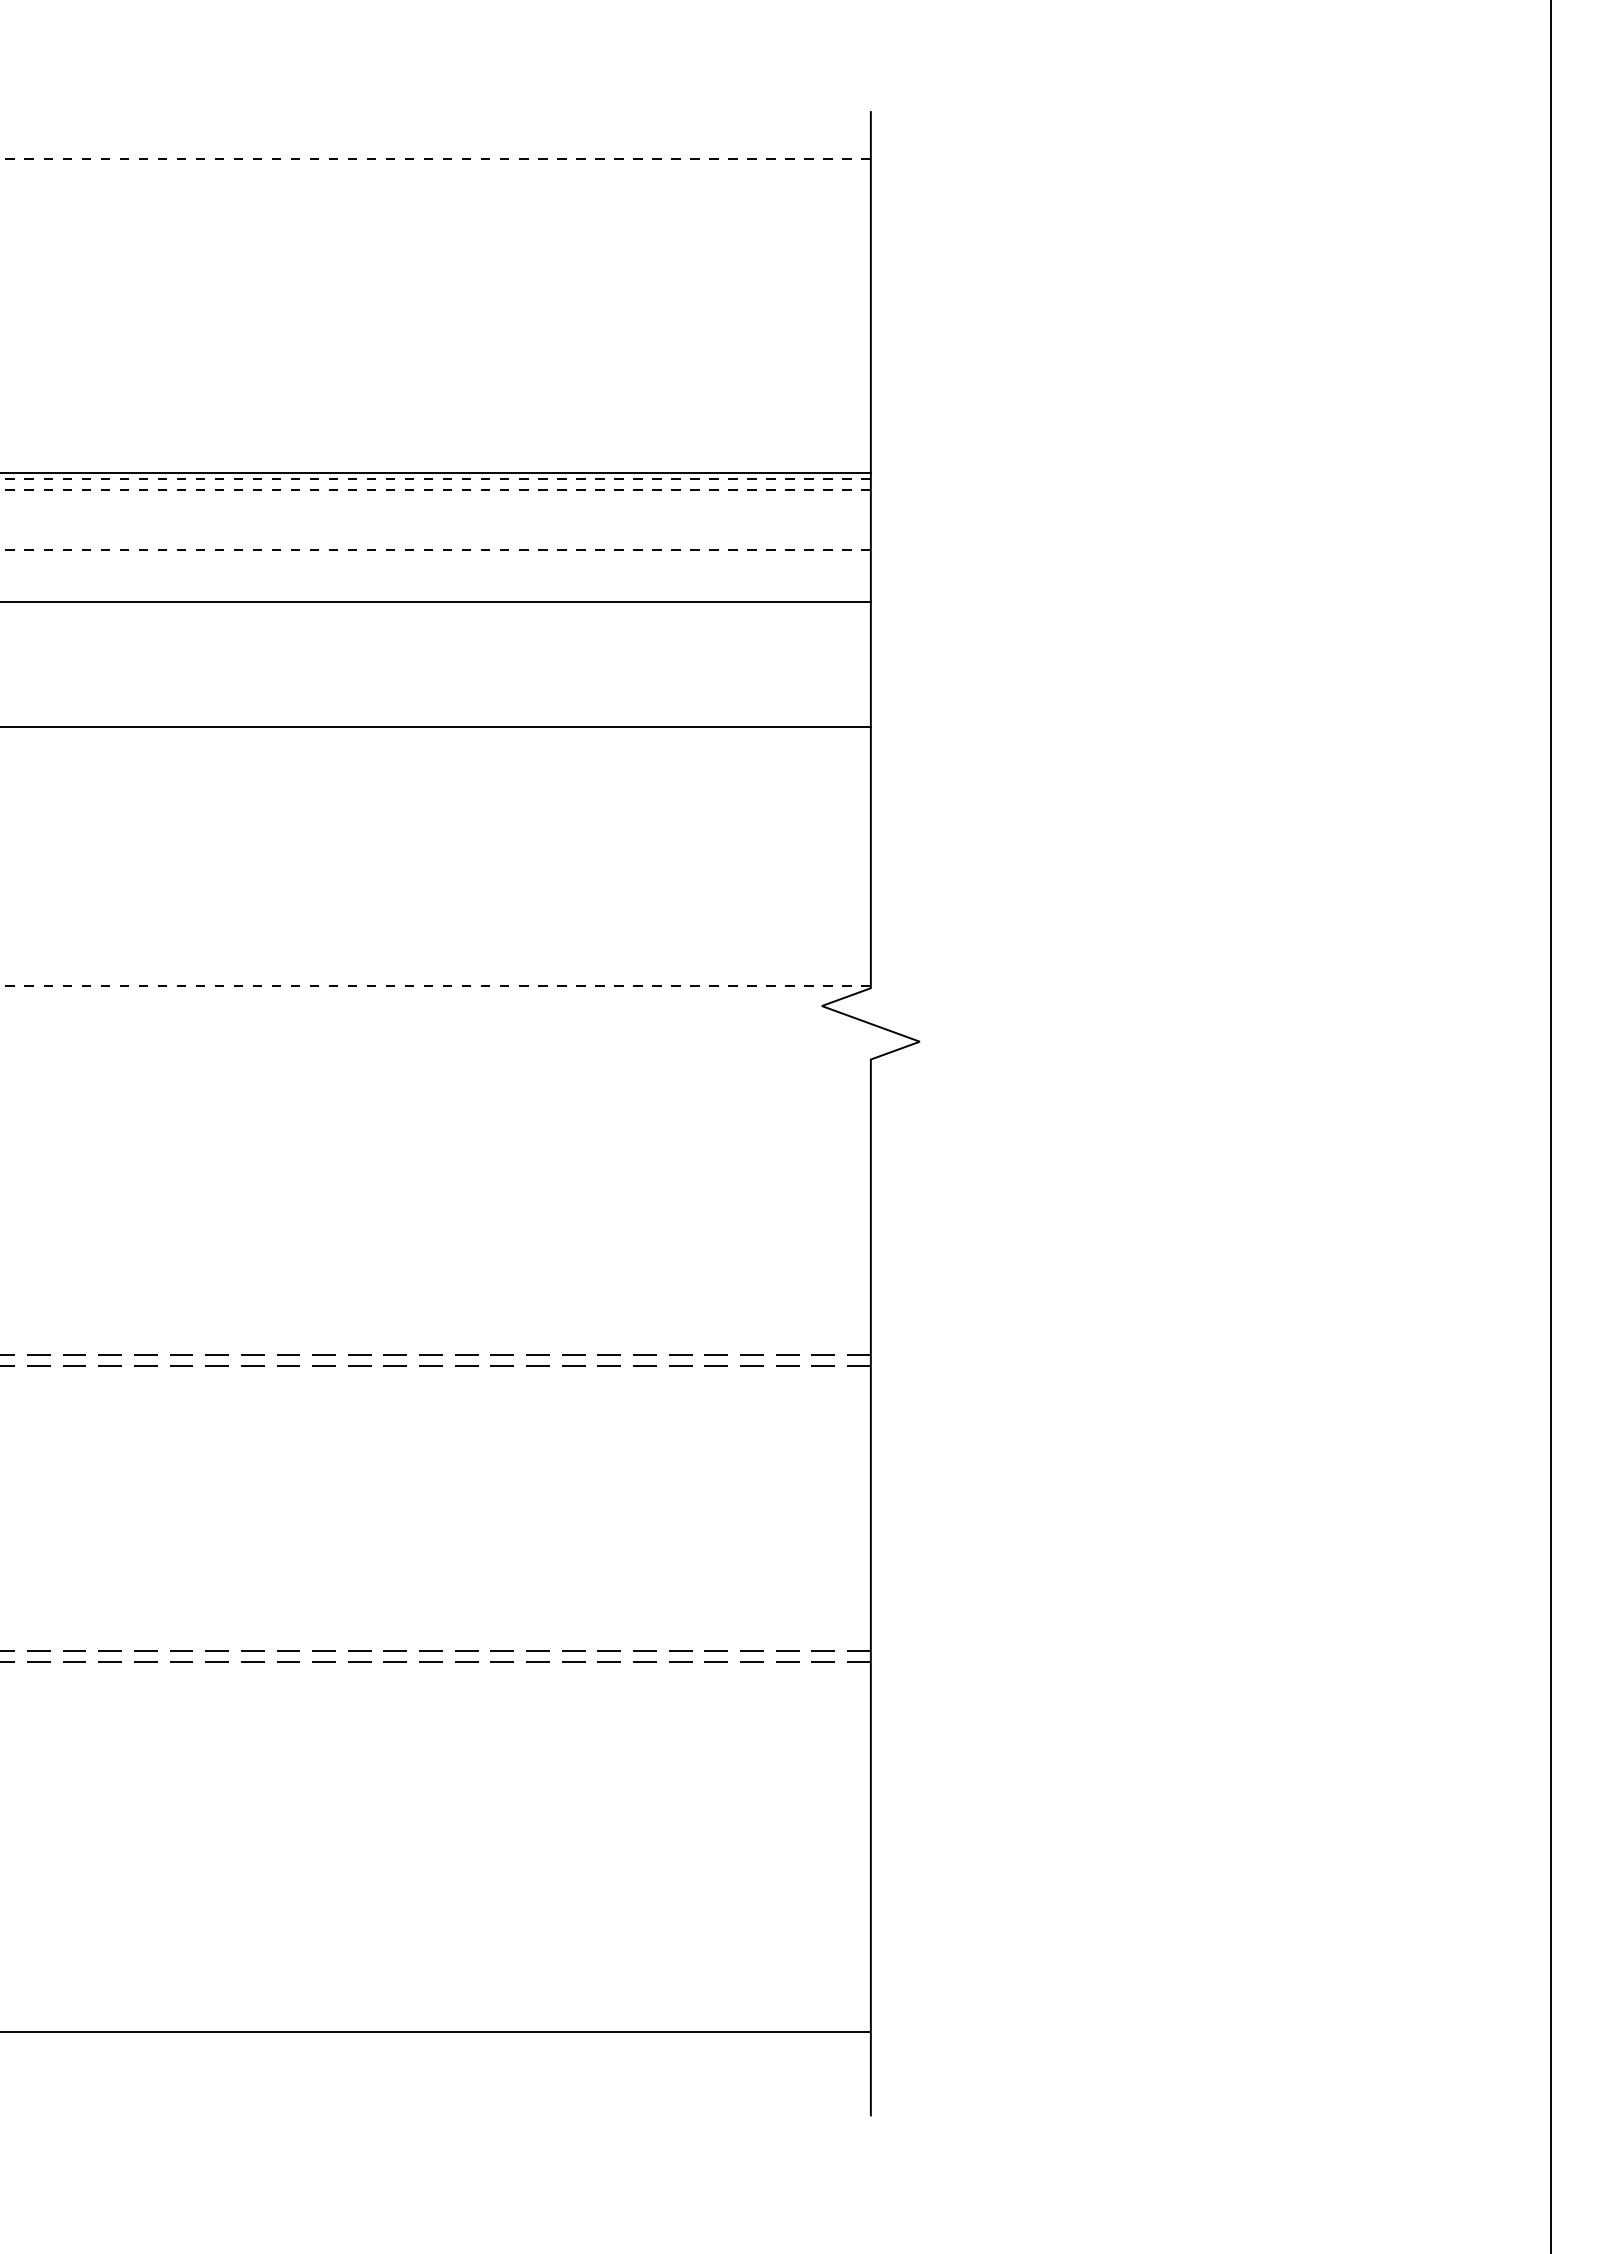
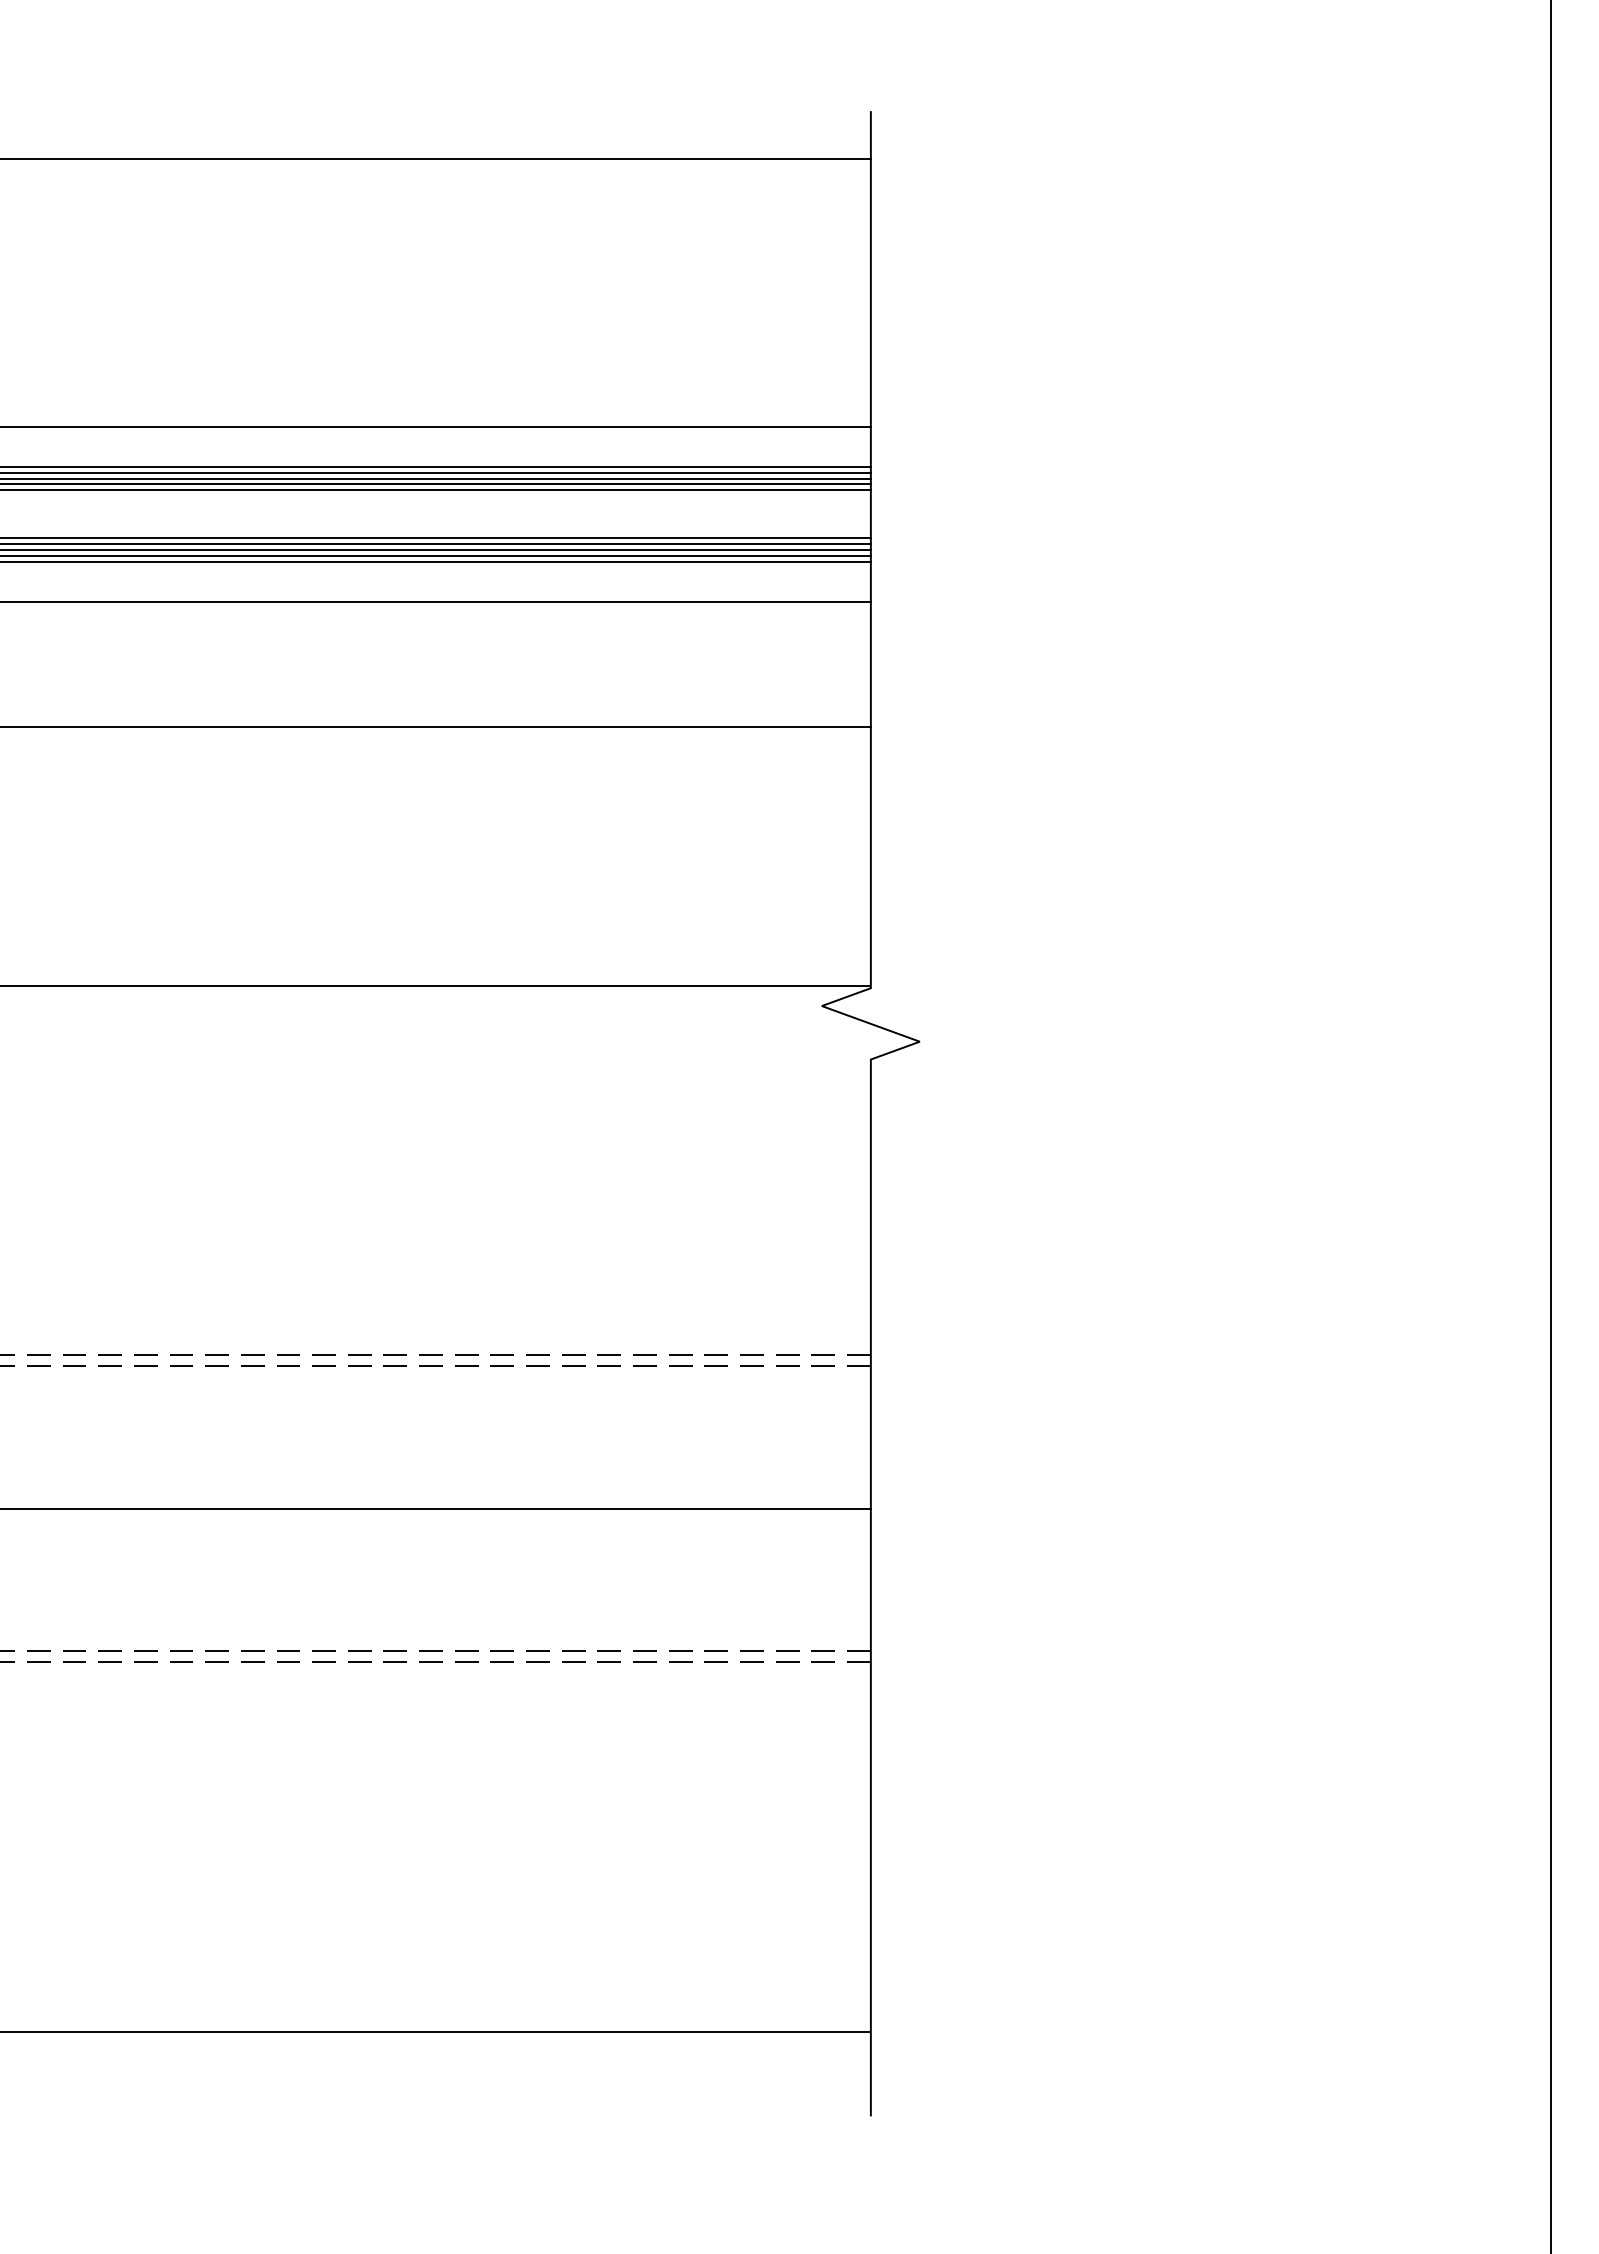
line at (435, 158): dashed -> solid
line at (436, 426): none -> present
line at (436, 466): none -> present
line at (435, 478): dashed -> solid
line at (436, 484): none -> present
line at (435, 490): dashed -> solid
line at (436, 538): none -> present
line at (436, 544): none -> present
line at (435, 550): dashed -> solid
line at (436, 555): none -> present
line at (436, 561): none -> present
line at (435, 985): dashed -> solid
line at (436, 1508): none -> present
